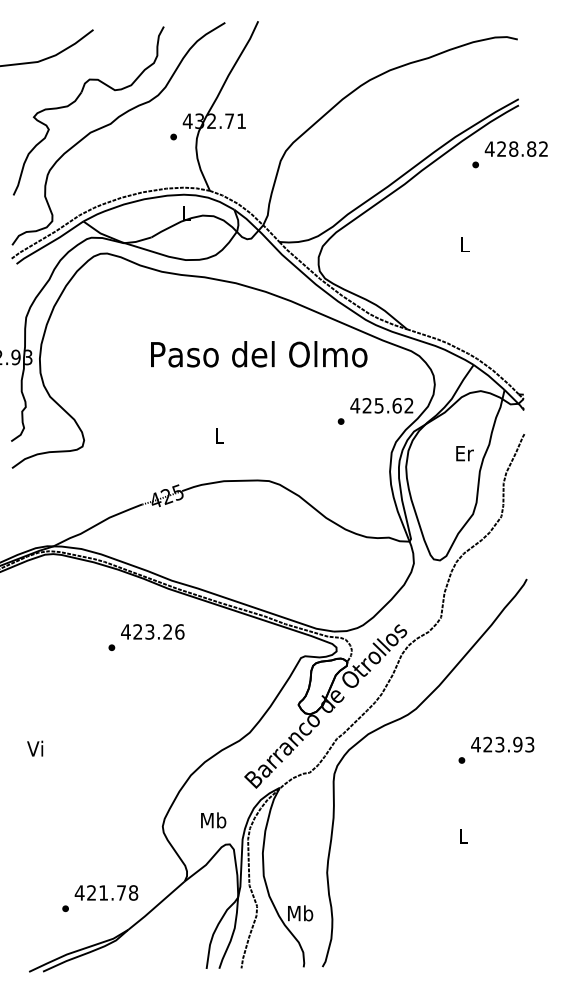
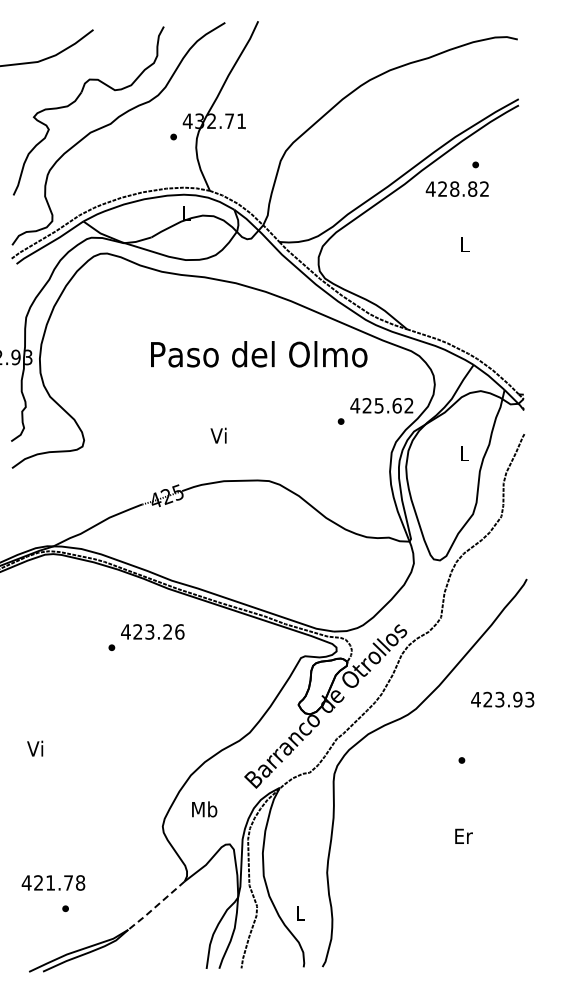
text at (515, 148) position: (515, 148) -> (456, 188)
text at (218, 435): L -> Vi
text at (464, 453): Er -> L
text at (502, 744) position: (502, 744) -> (502, 699)
text at (213, 820) position: (213, 820) -> (204, 809)
text at (463, 835): L -> Er
text at (106, 892) position: (106, 892) -> (53, 882)
line at (155, 906): solid -> dashed
text at (300, 913): Mb -> L
